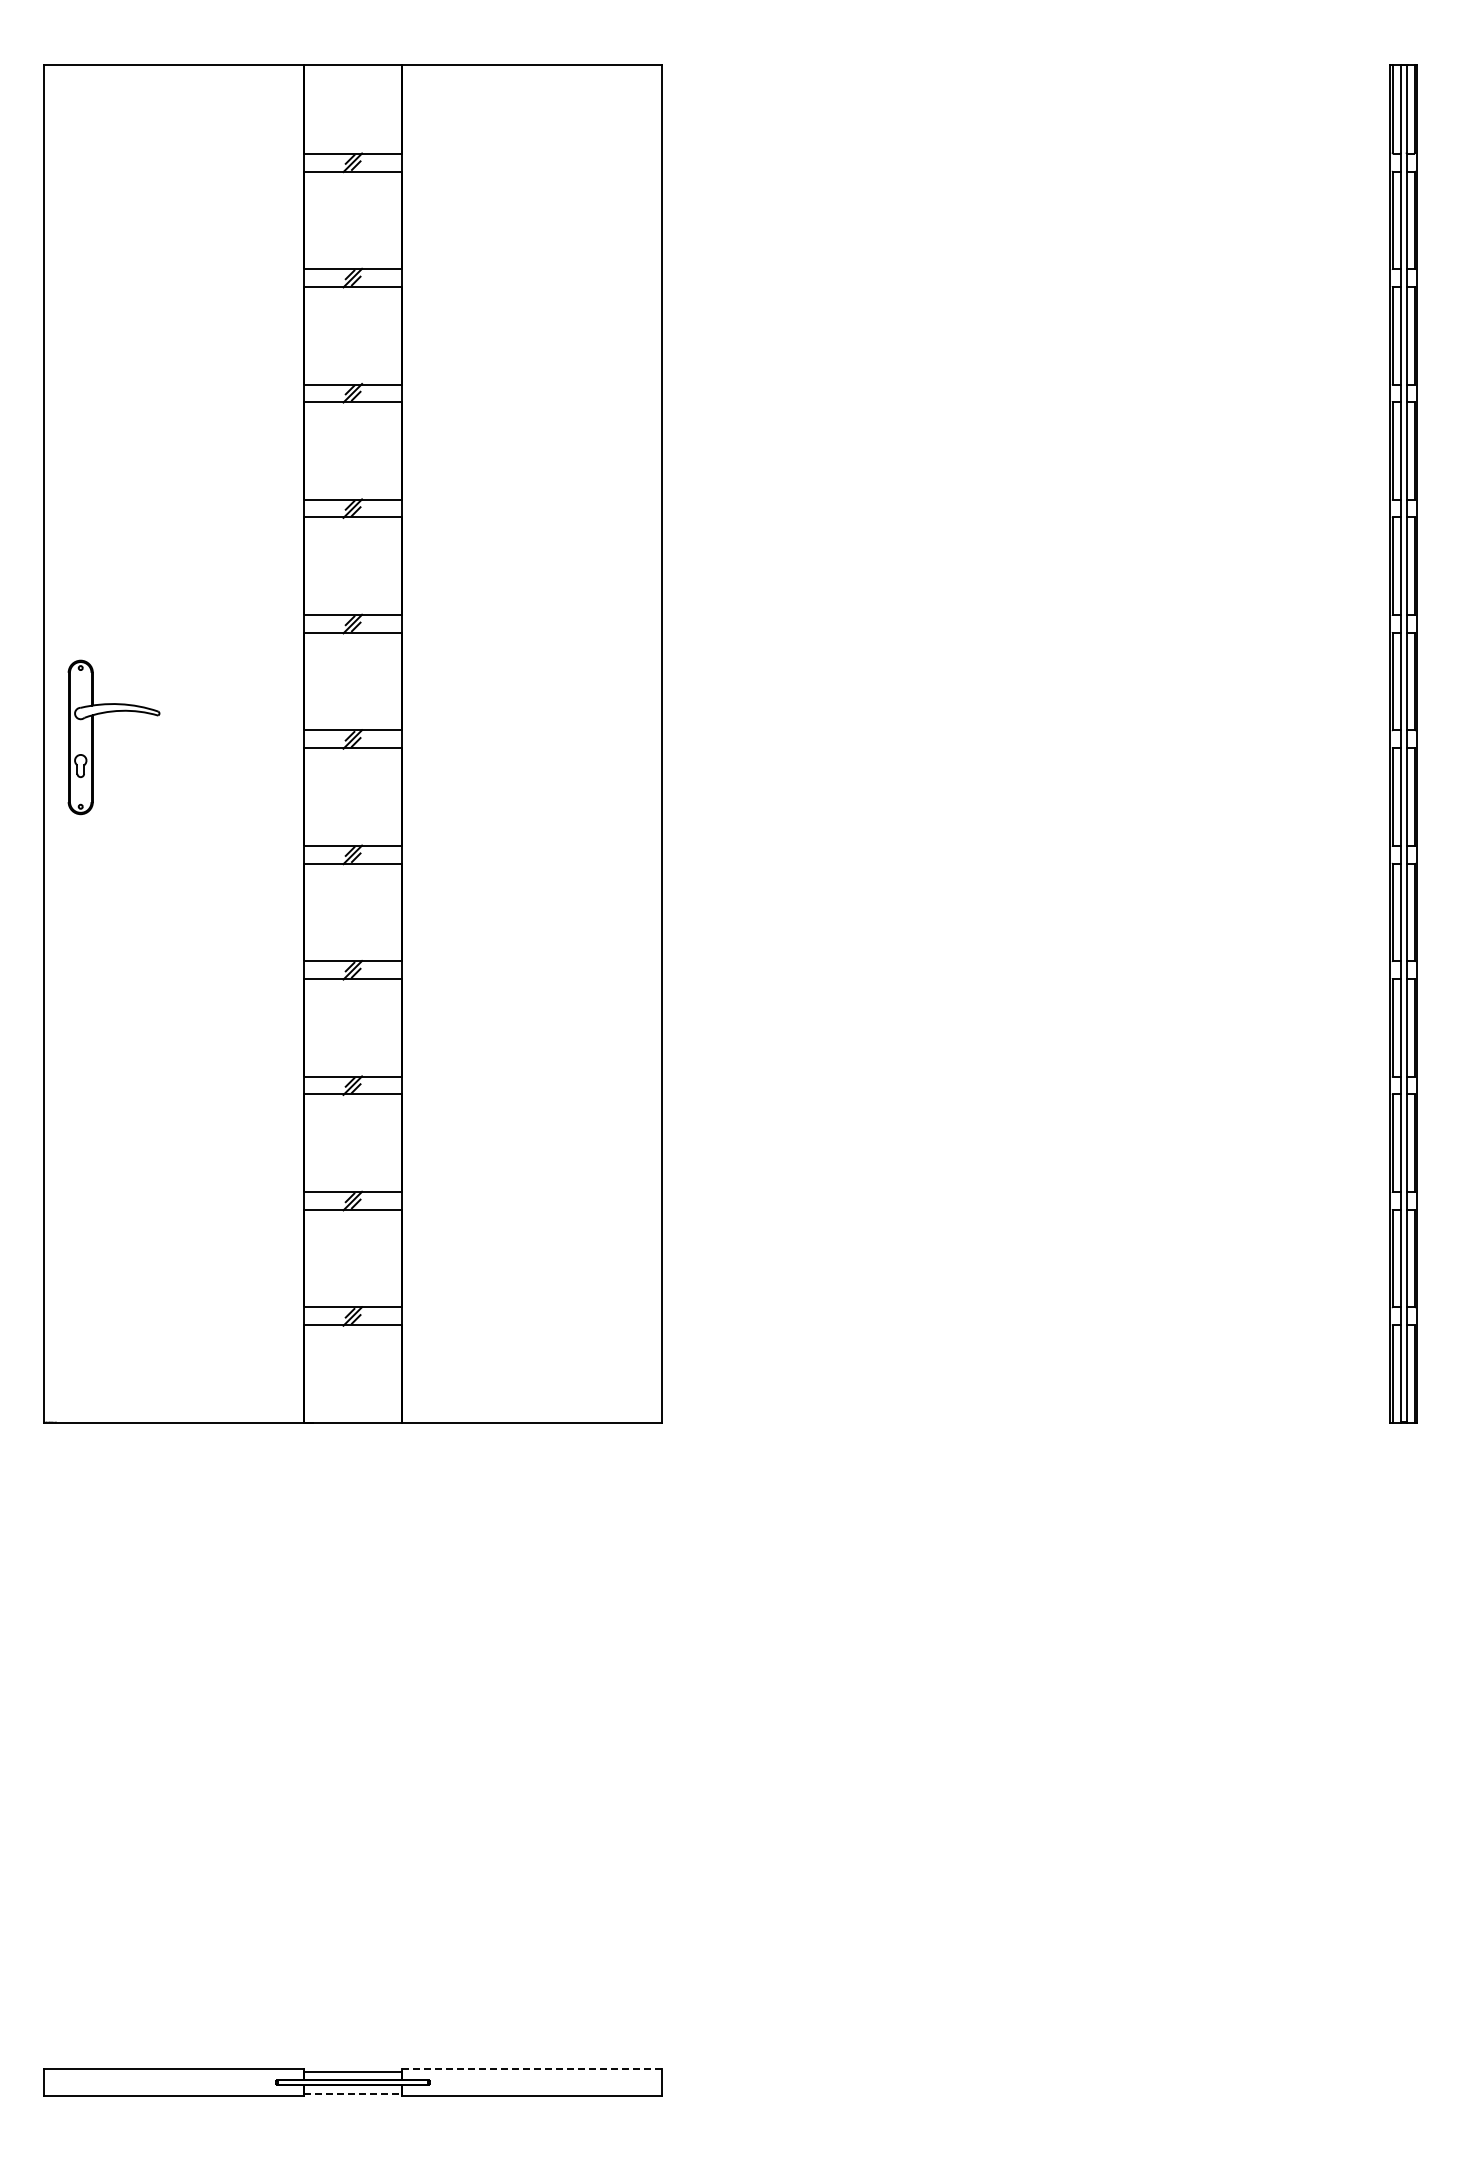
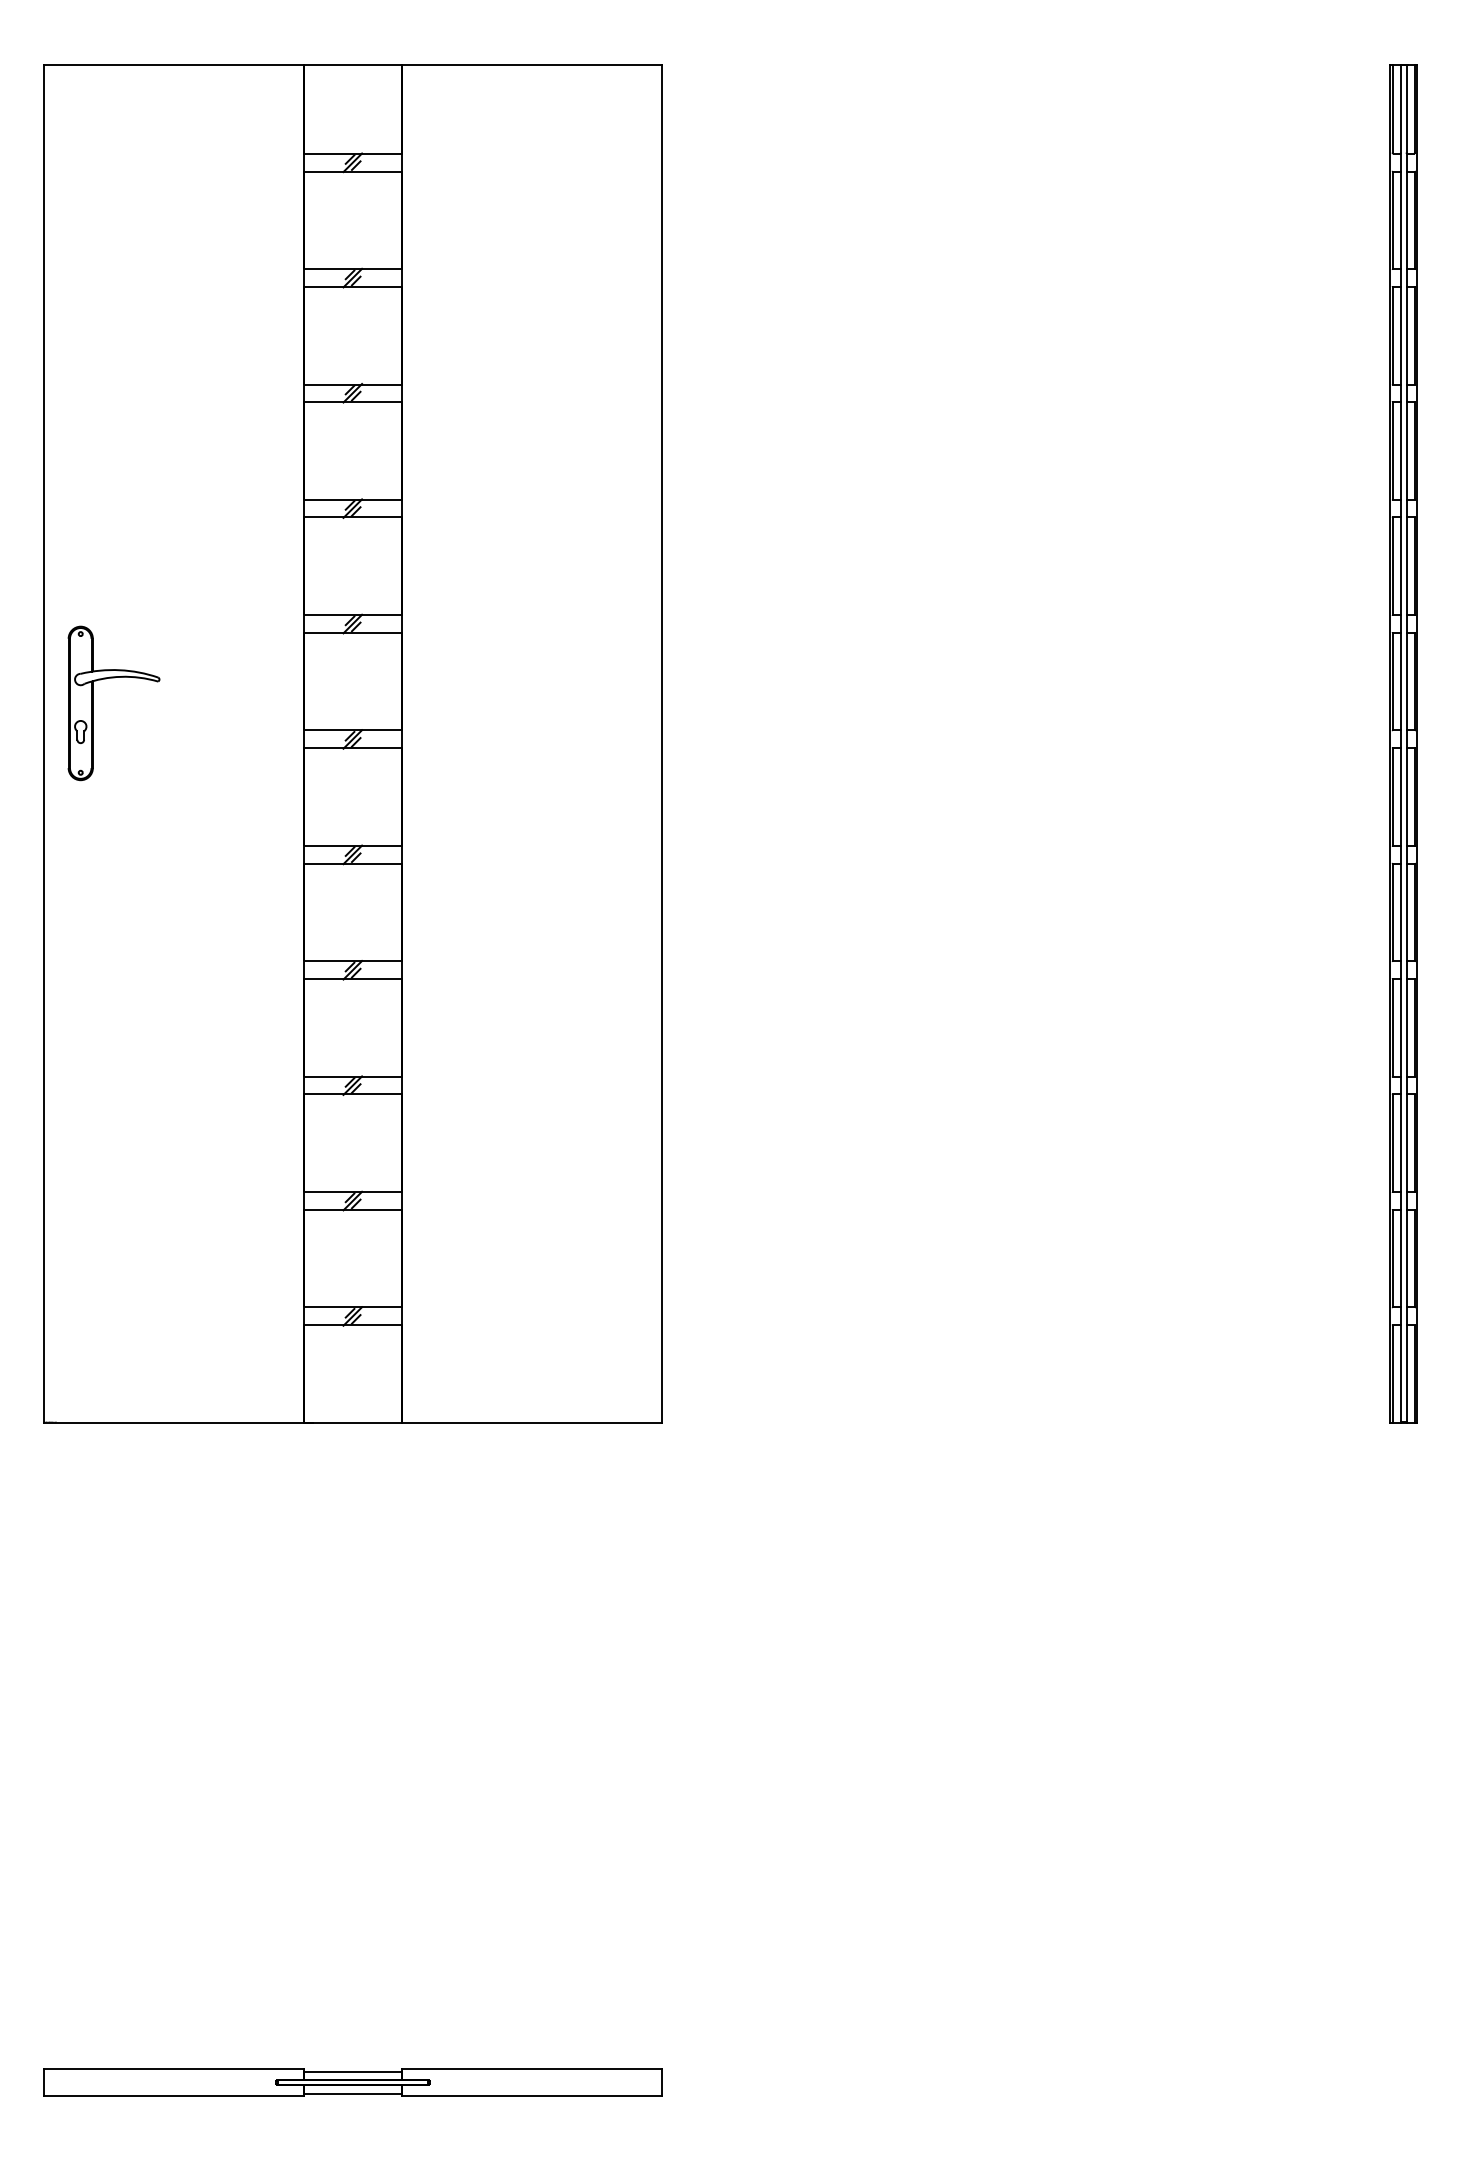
part at (93, 737) position: (93, 737) -> (93, 703)
line at (531, 2069): dashed -> solid
line at (352, 2093): dashed -> solid
